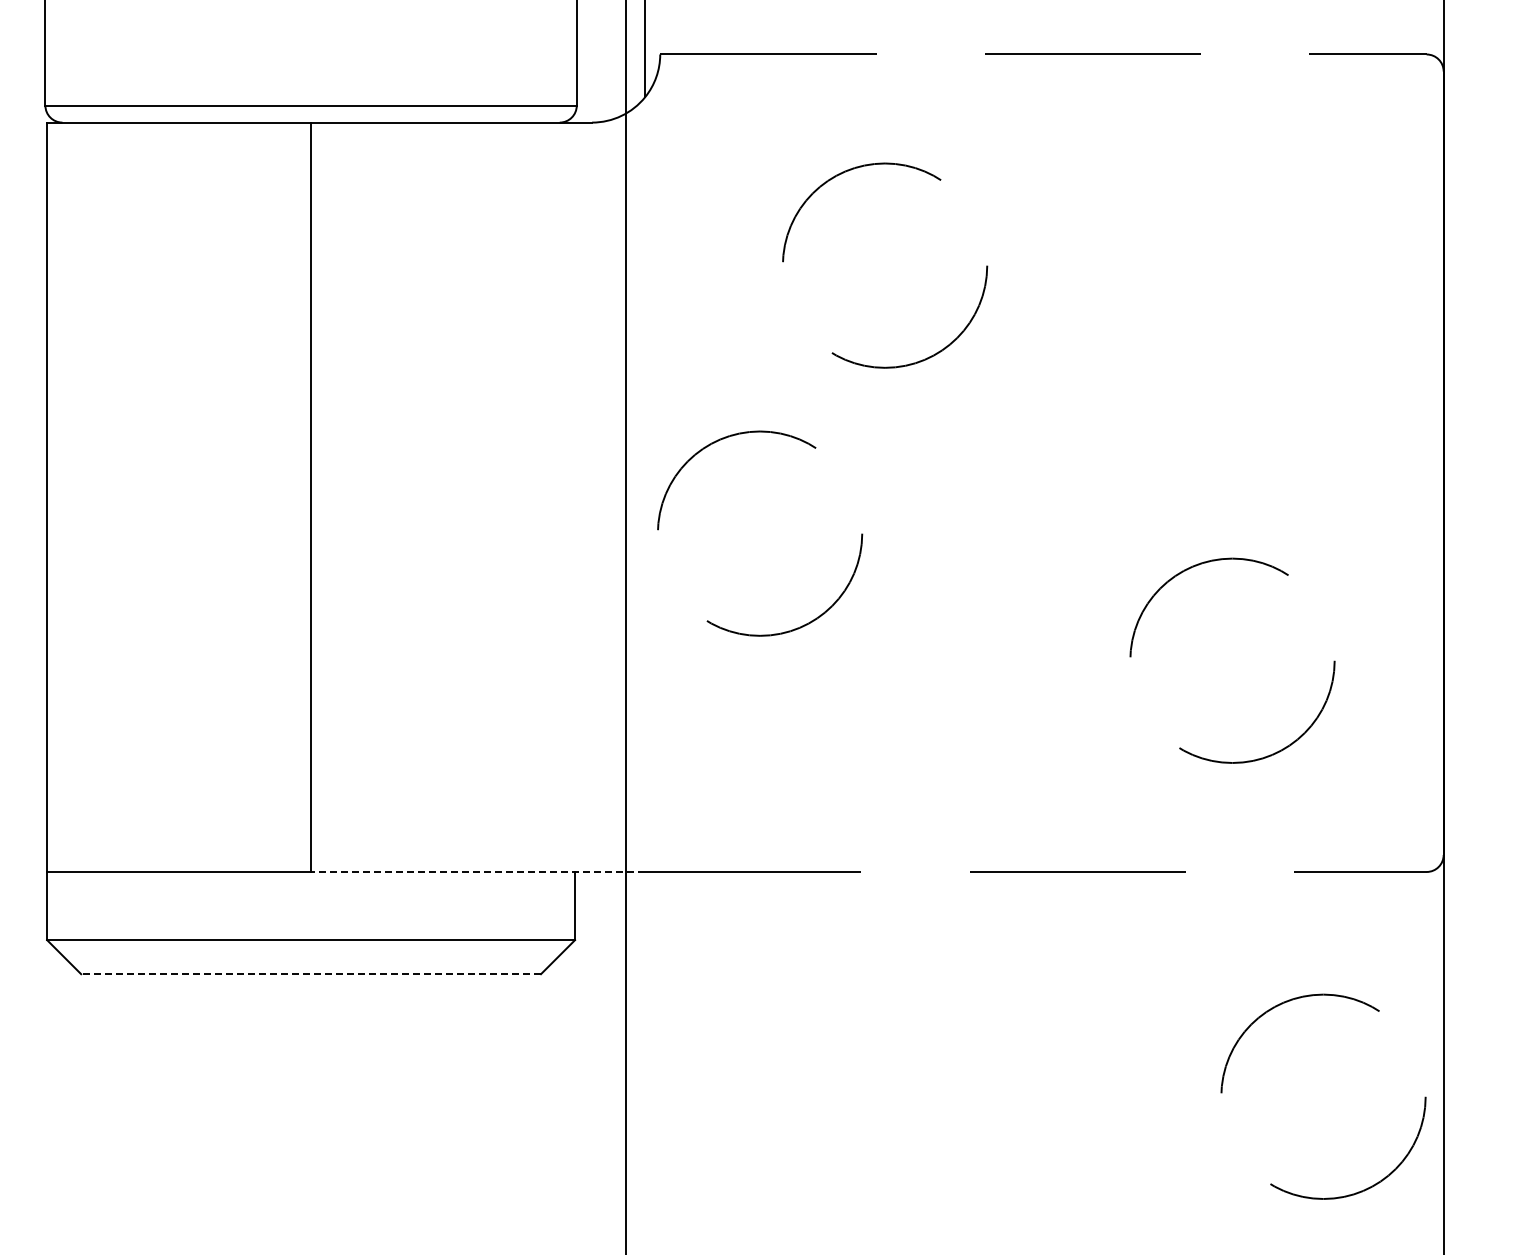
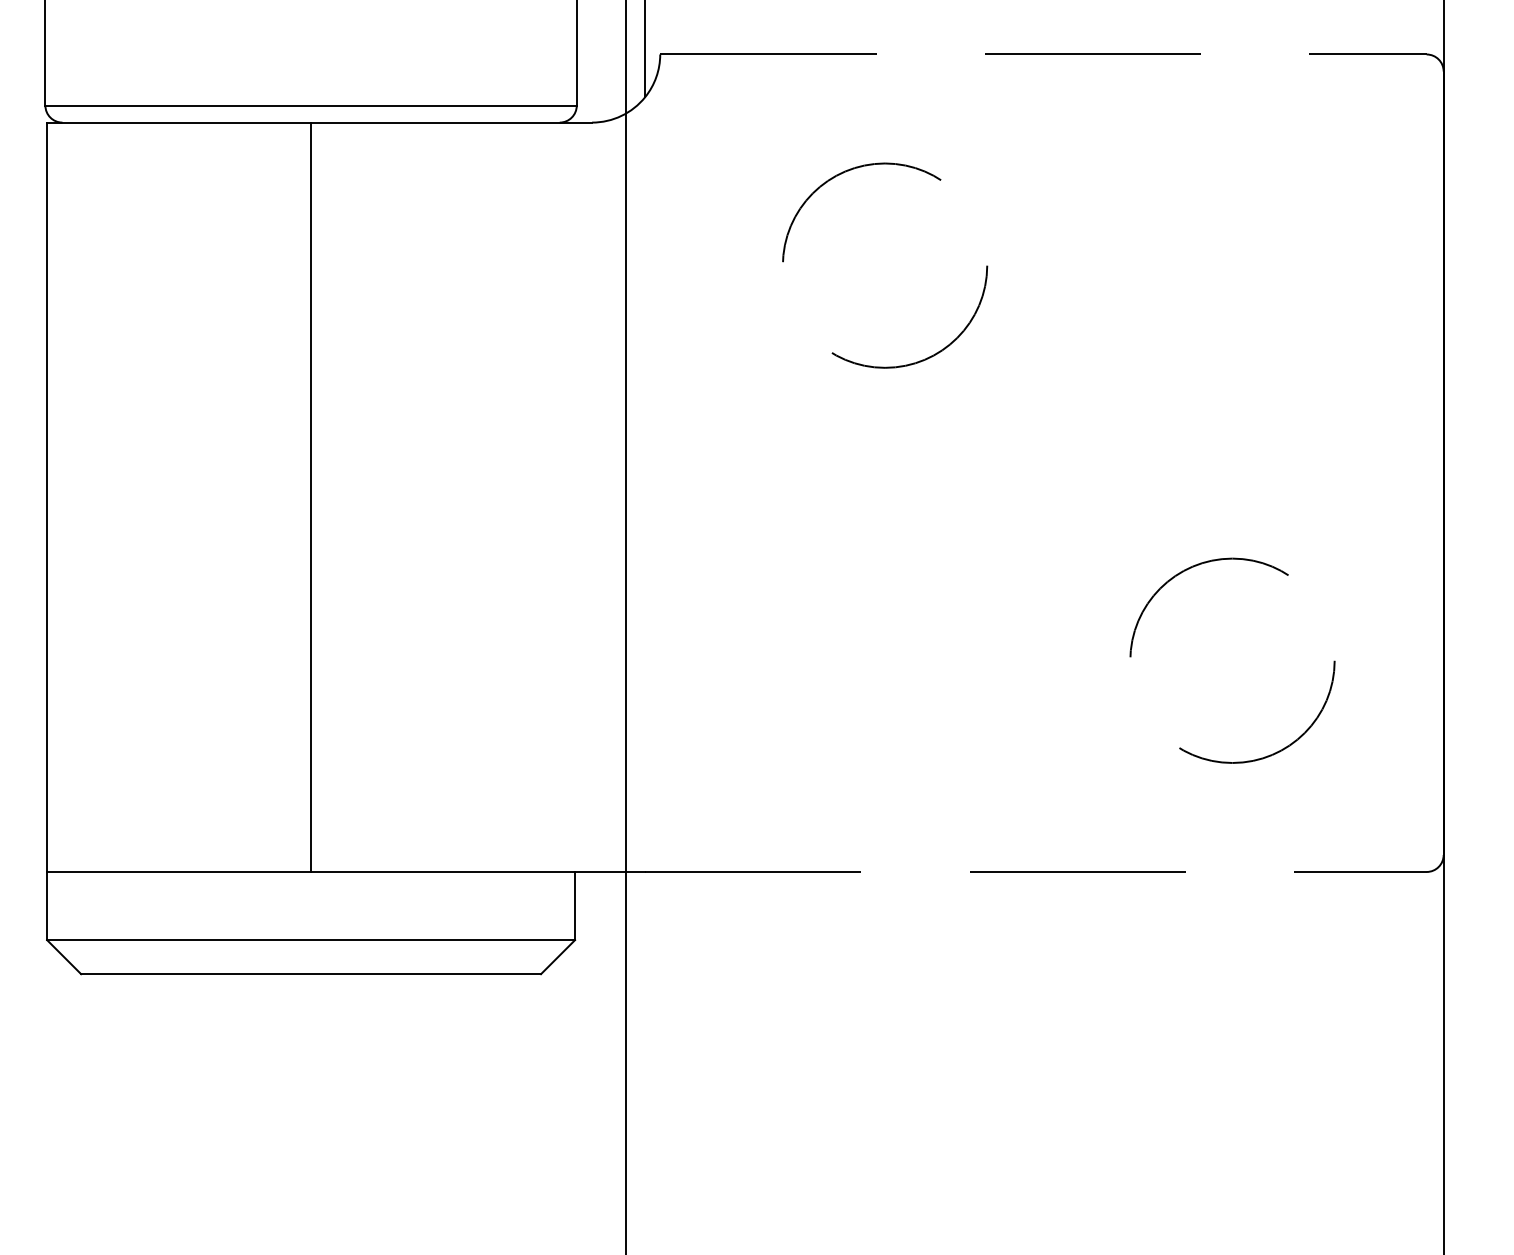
circle at (760, 533): present -> none
line at (477, 871): dashed -> solid
line at (311, 974): dashed -> solid
circle at (1323, 1096): present -> none
